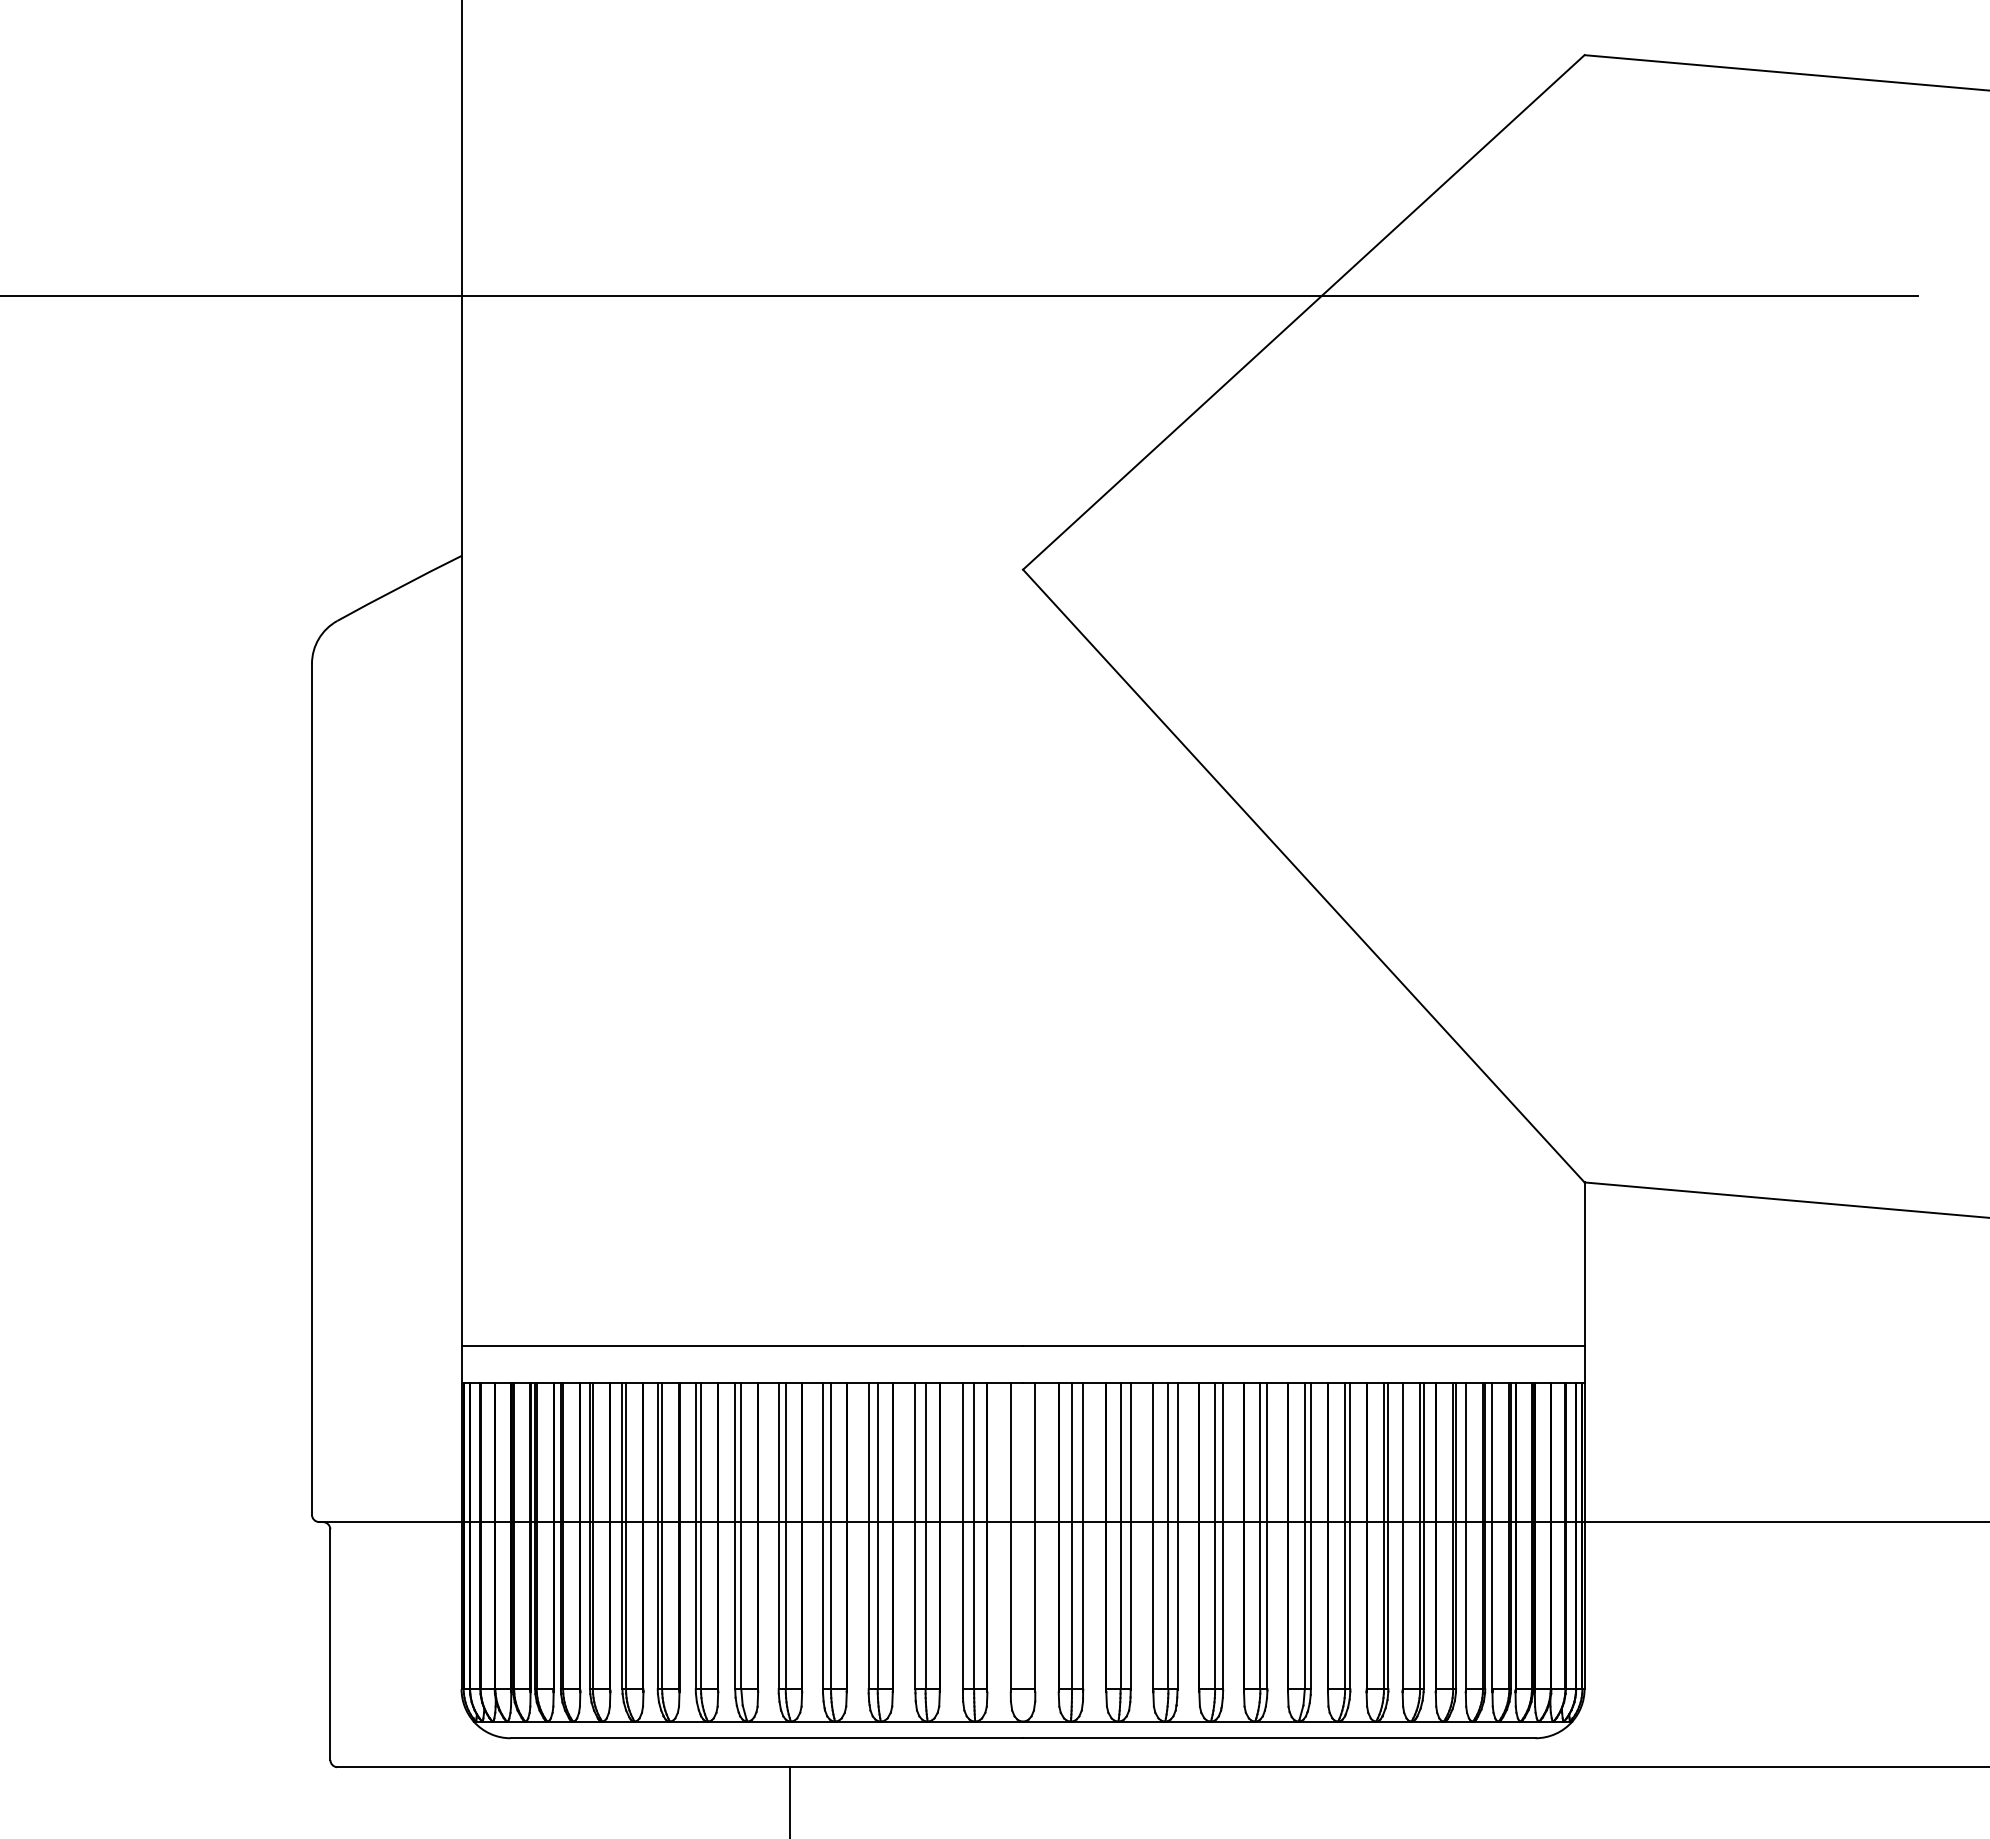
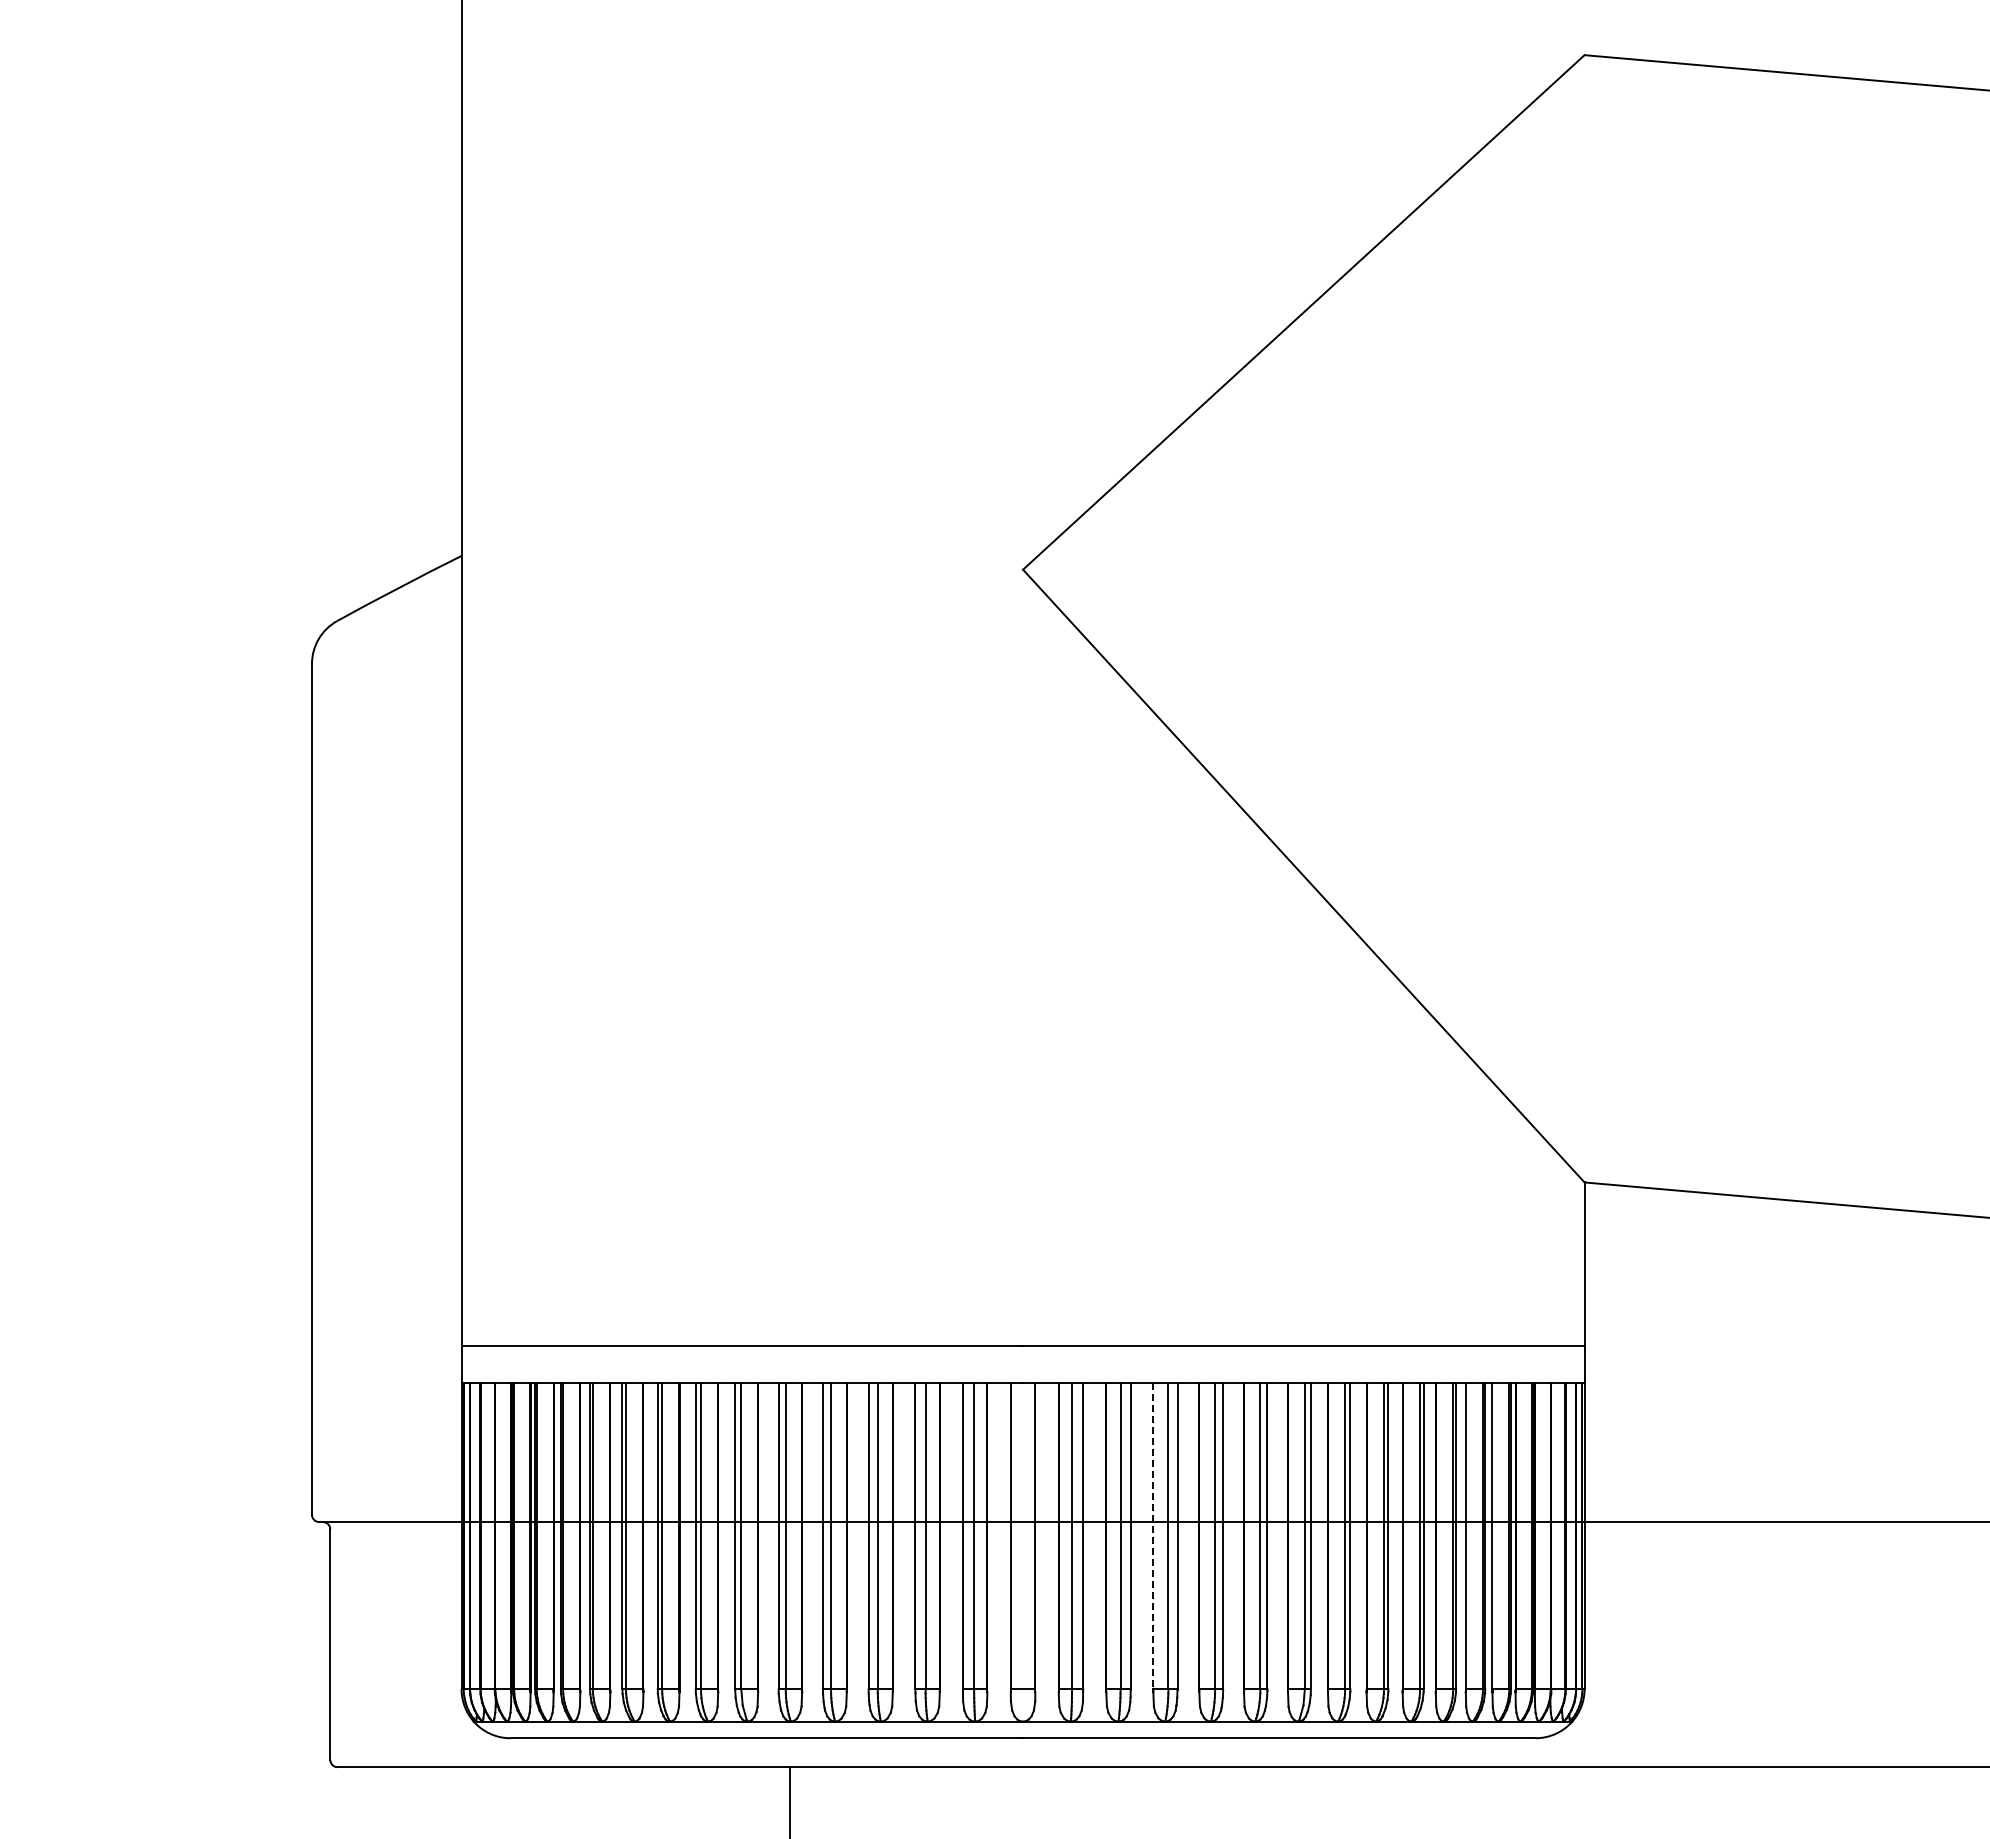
line at (960, 296): present -> none
line at (1153, 1537): solid -> dashed
